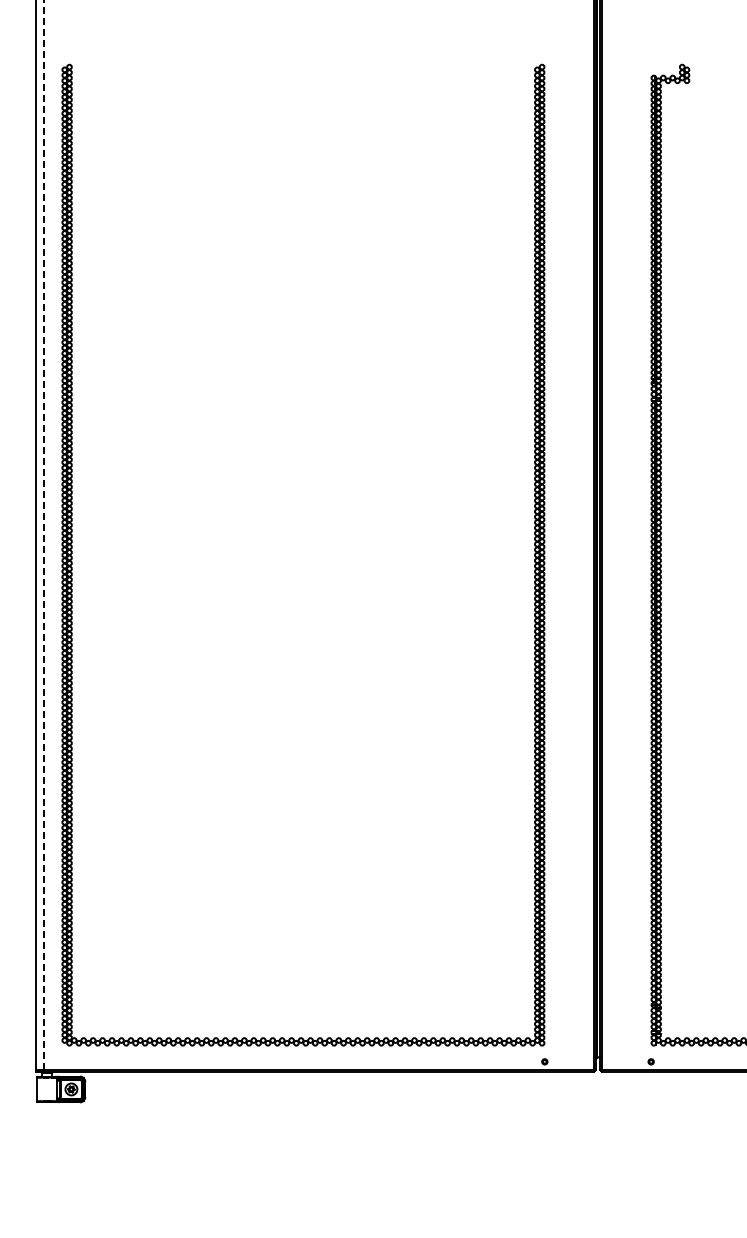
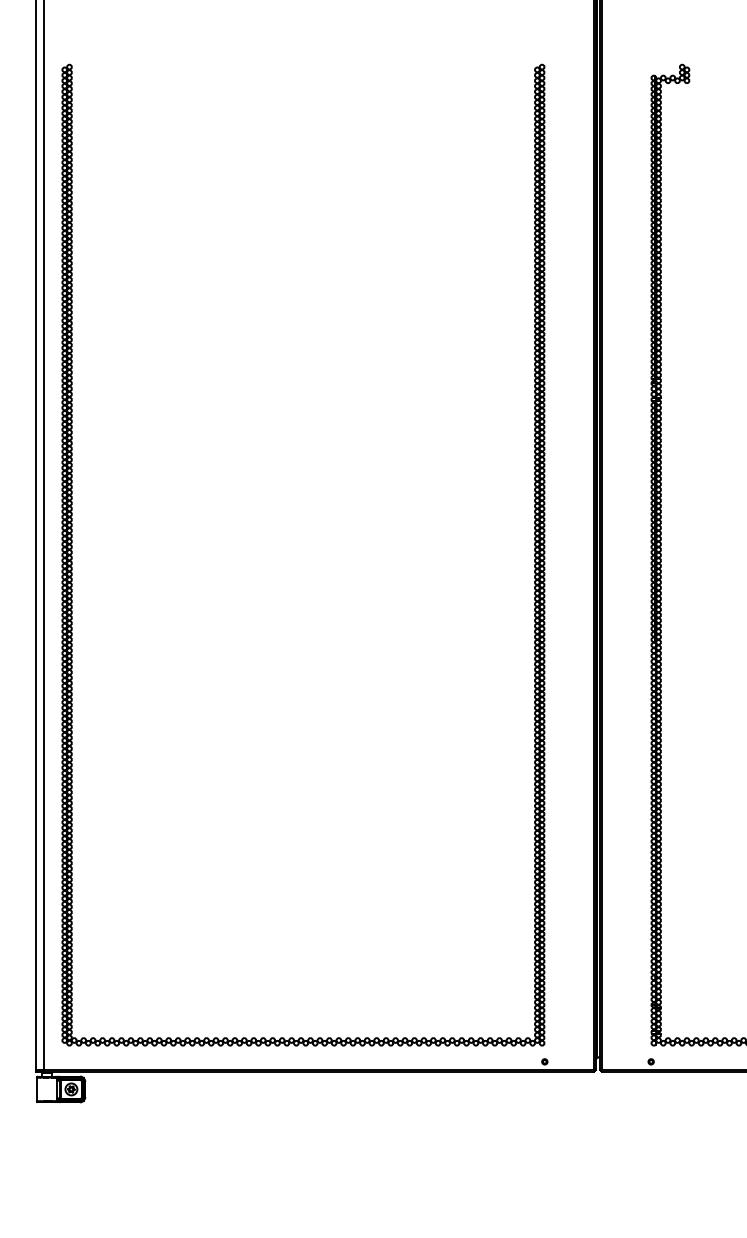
line at (44, 534): dashed -> solid
